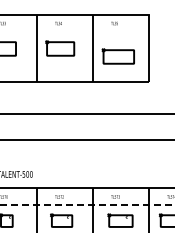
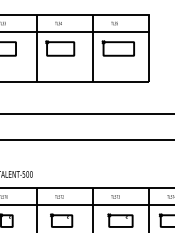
line at (75, 32): none -> present
part at (117, 56) position: (117, 56) -> (117, 48)
line at (87, 205): dashed -> solid
